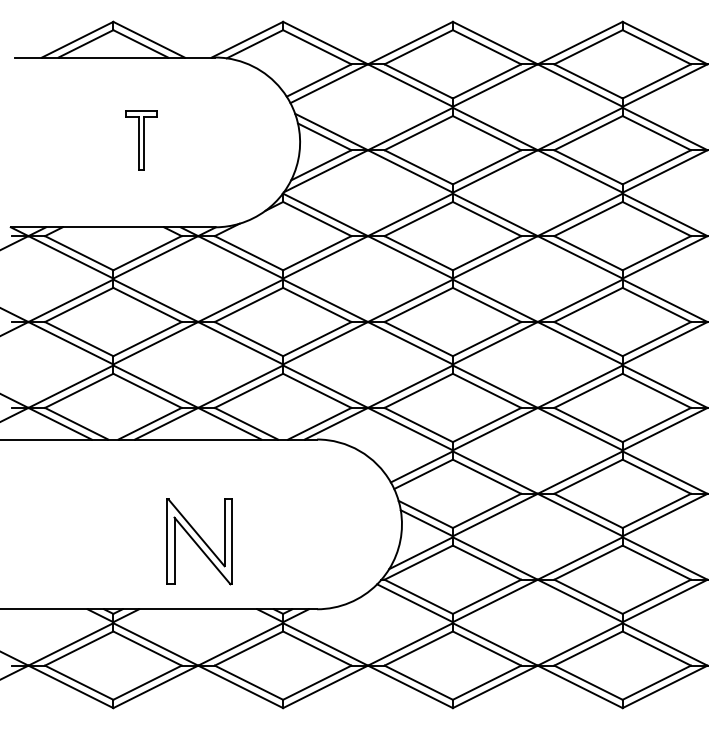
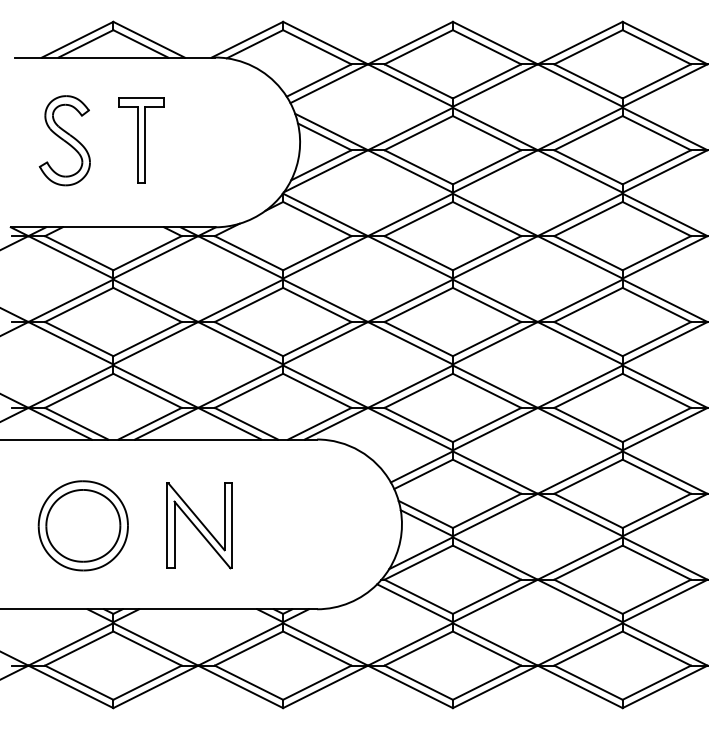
part at (64, 140): none -> present
part at (141, 140) size: 33x61 px -> 47x87 px
part at (82, 525): none -> present
part at (199, 541) position: (199, 541) -> (199, 525)
